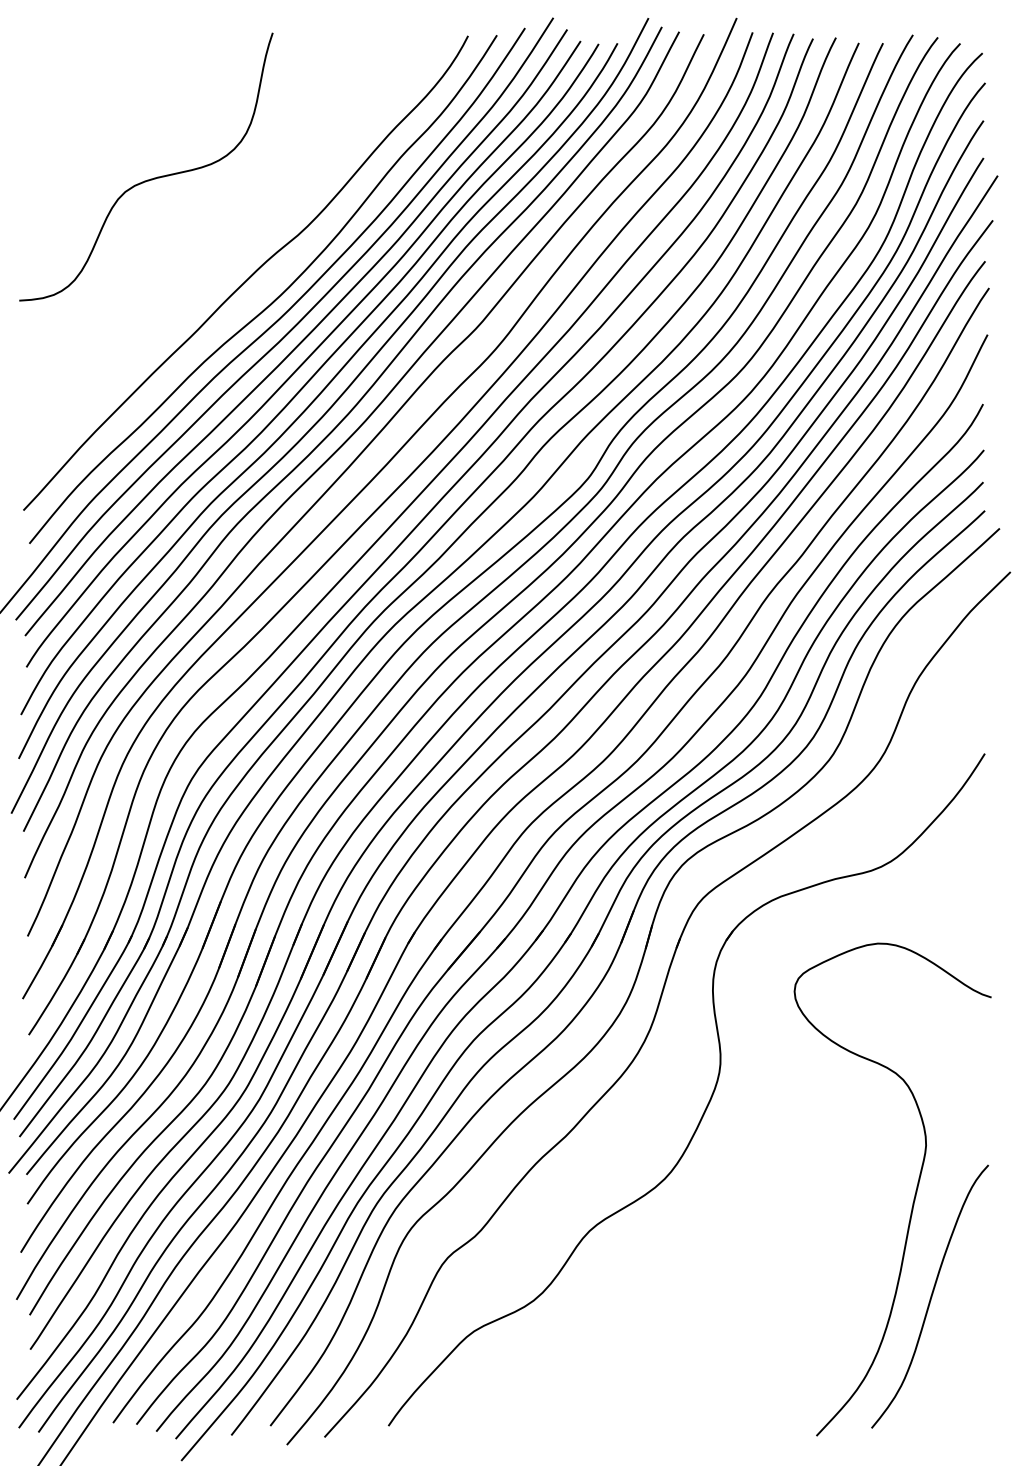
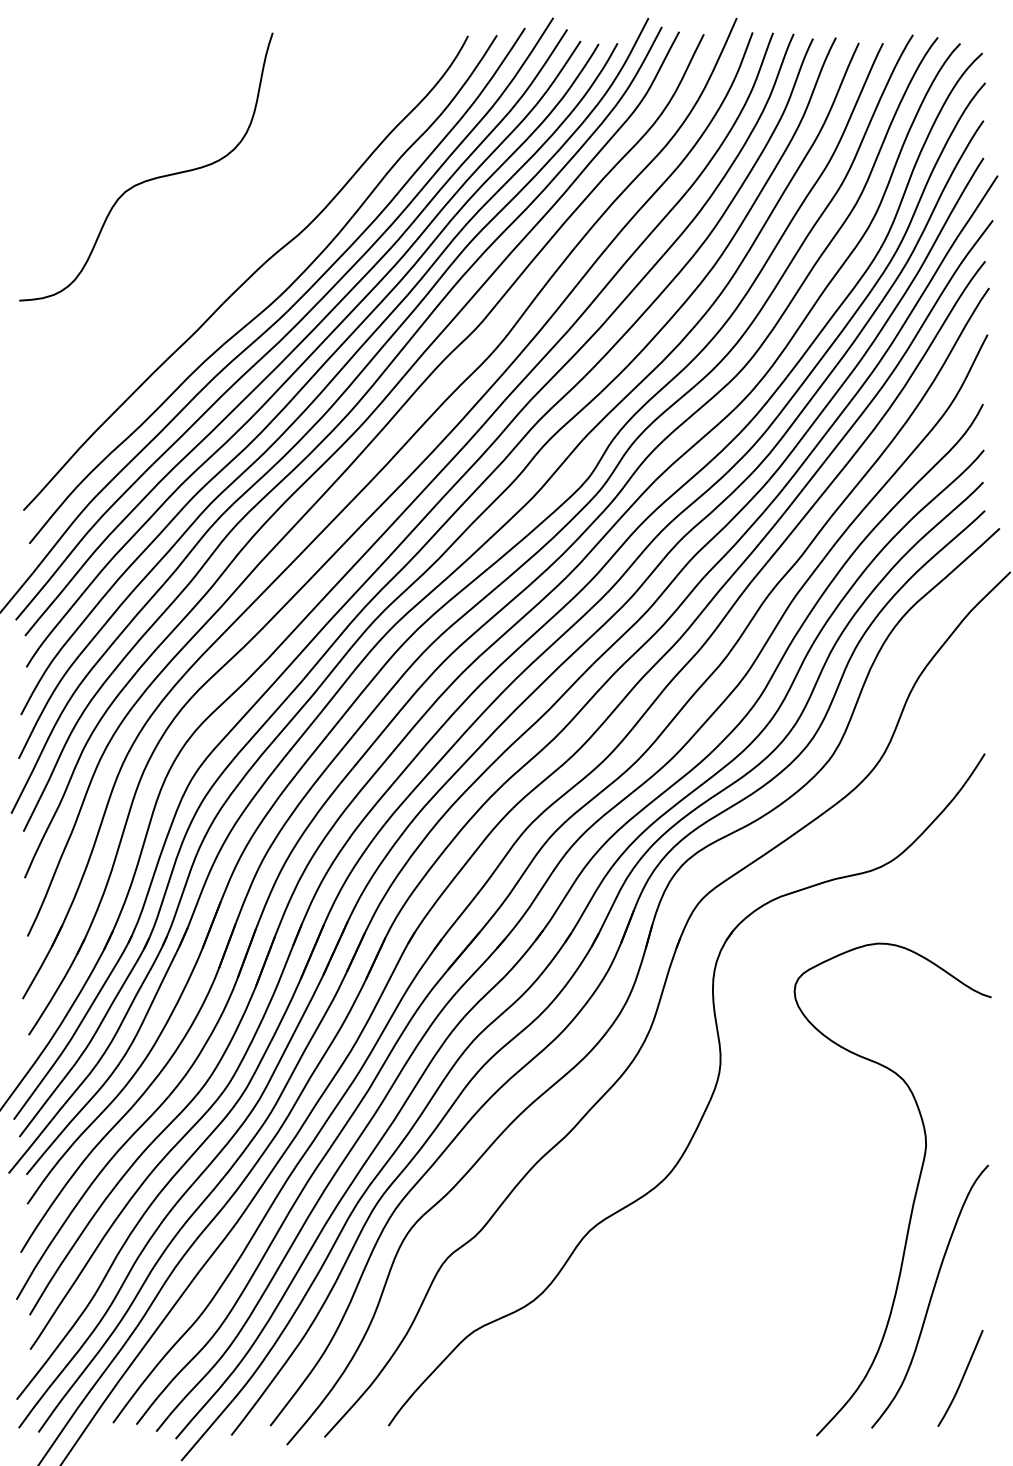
curve at (961, 1378): none -> present
